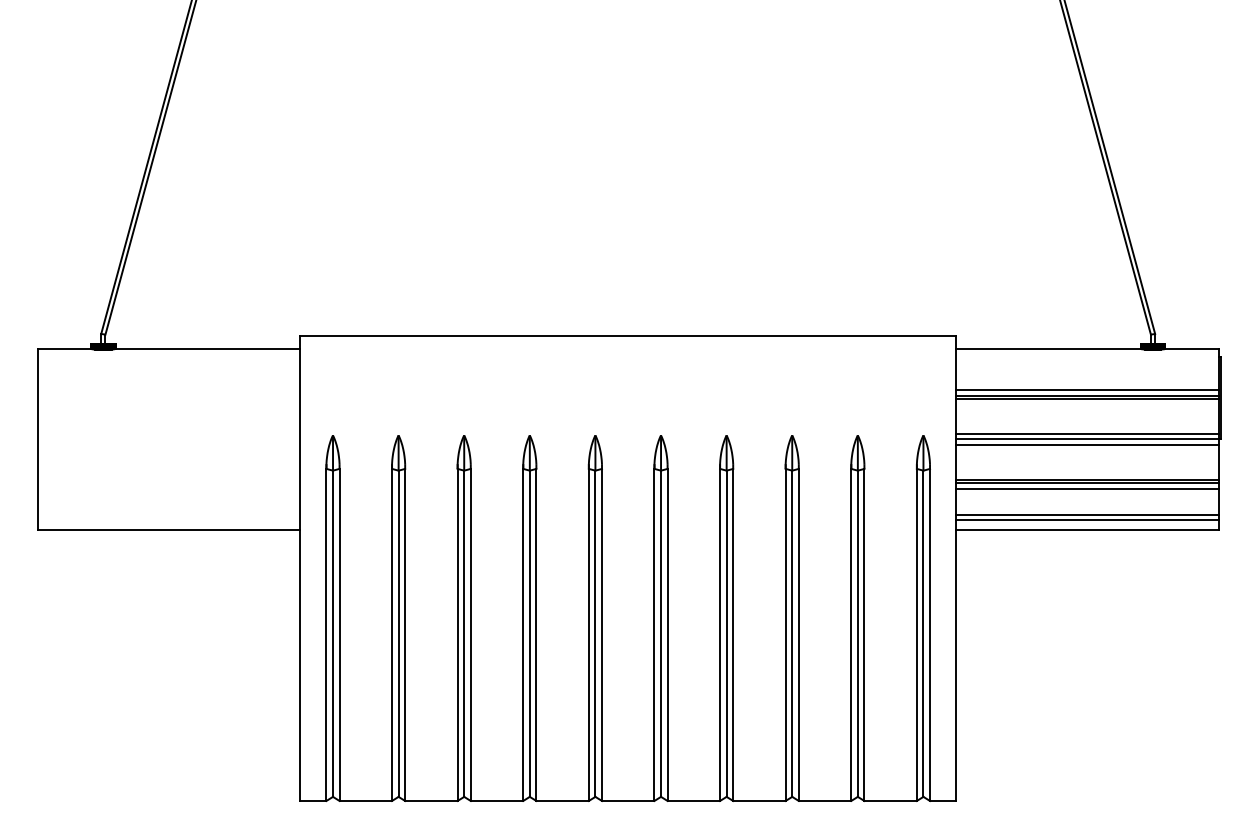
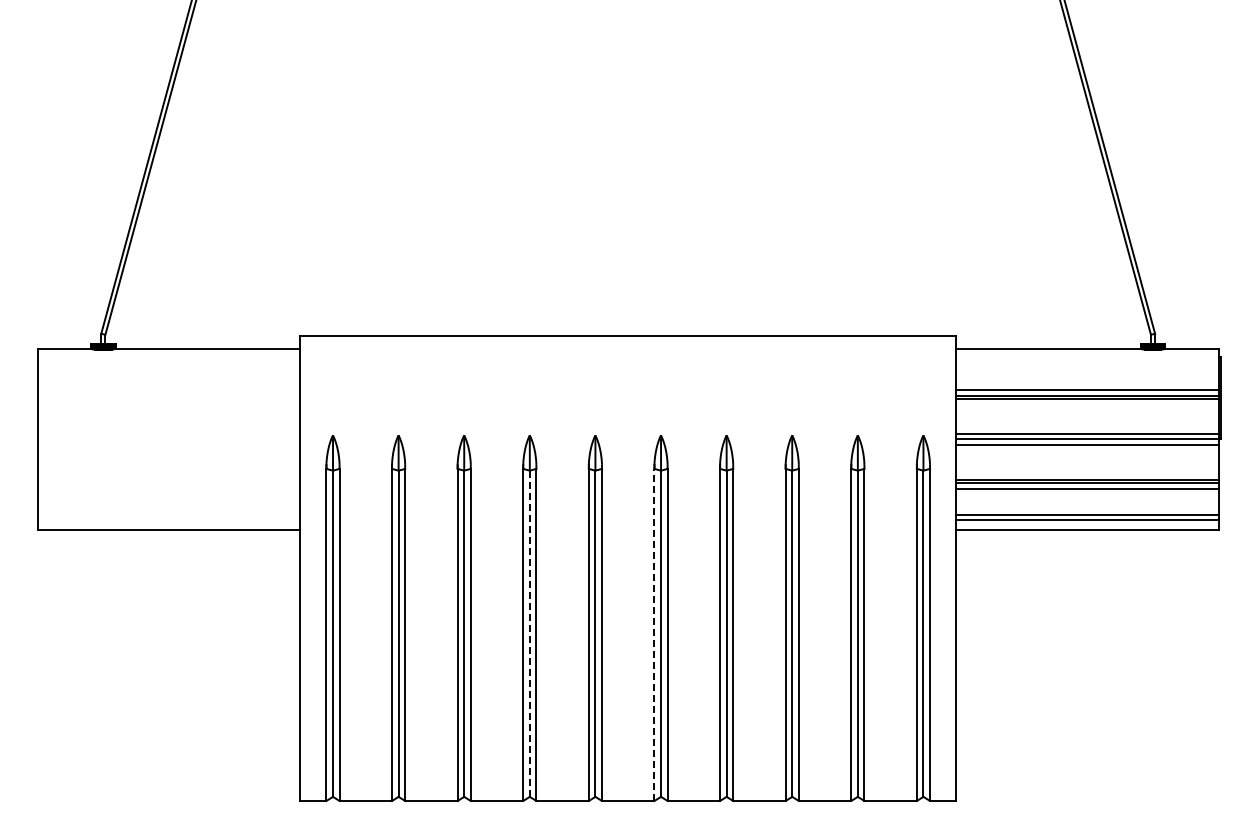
line at (529, 634): solid -> dashed
line at (654, 634): solid -> dashed
